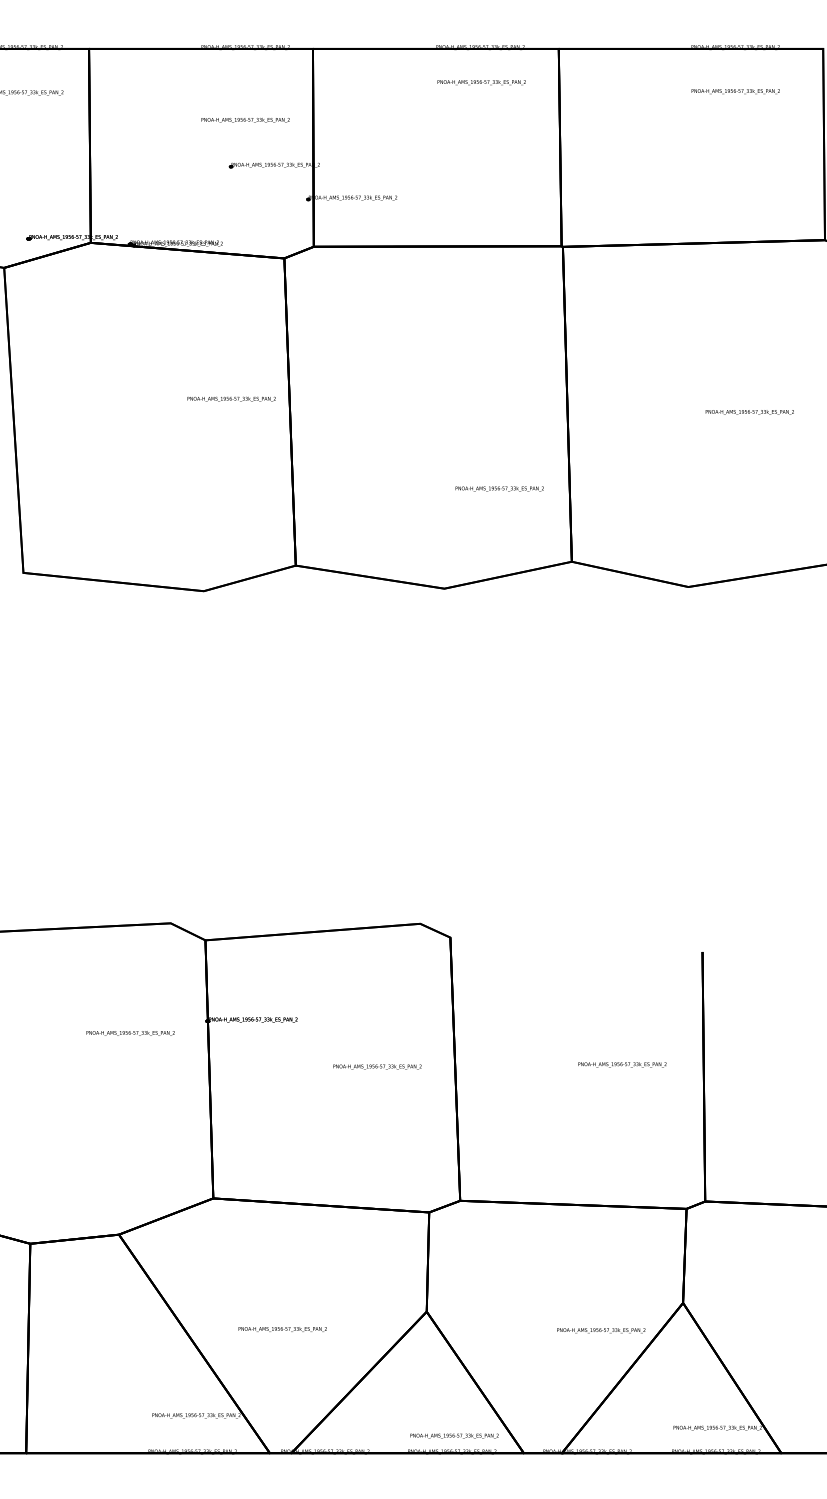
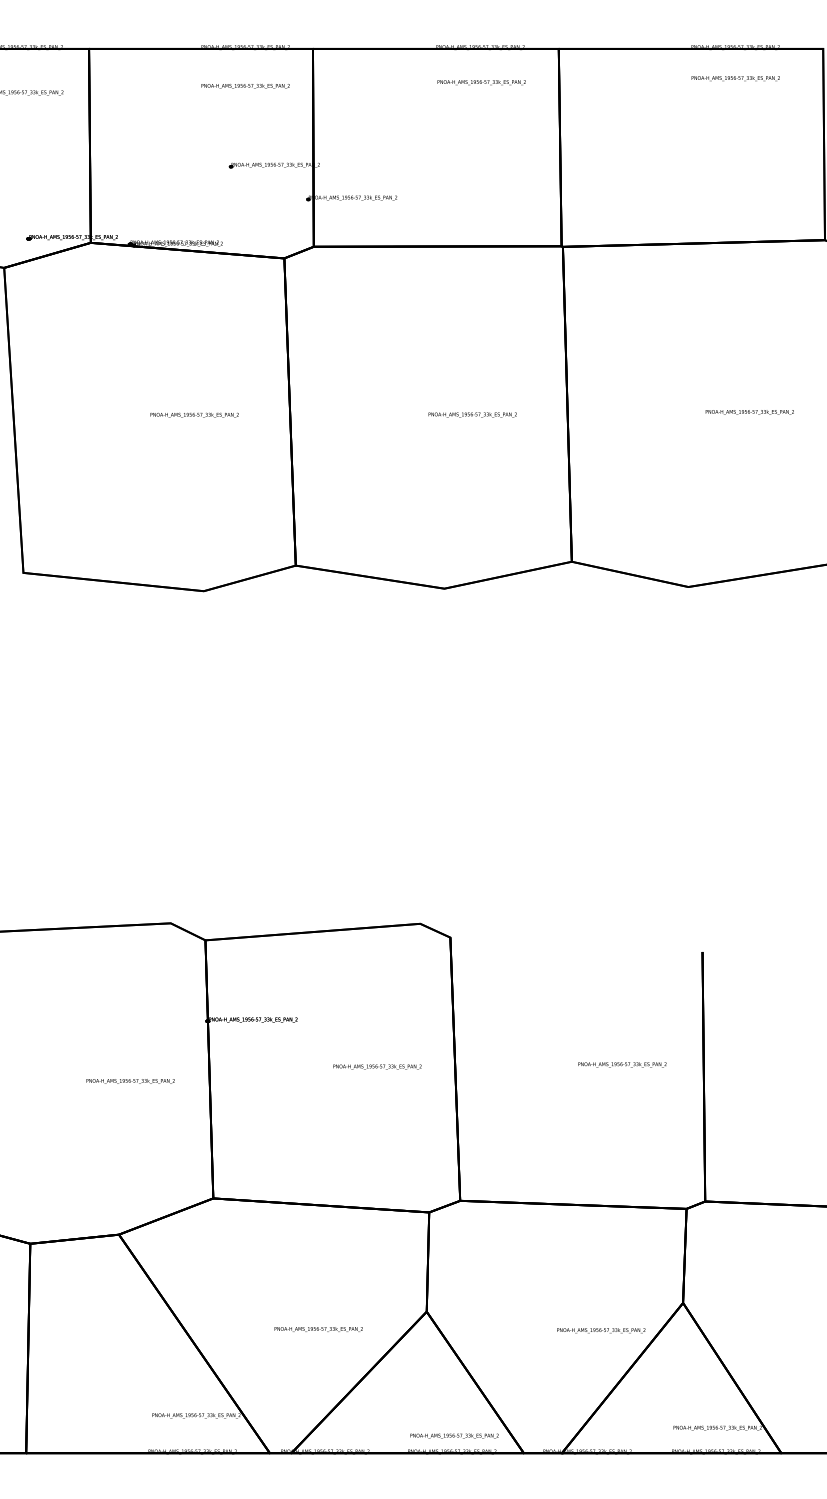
text at (735, 91) position: (735, 91) -> (735, 78)
text at (245, 120) position: (245, 120) -> (245, 86)
text at (231, 398) position: (231, 398) -> (194, 414)
text at (499, 488) position: (499, 488) -> (472, 414)
text at (130, 1033) position: (130, 1033) -> (130, 1081)
text at (282, 1329) position: (282, 1329) -> (318, 1329)
